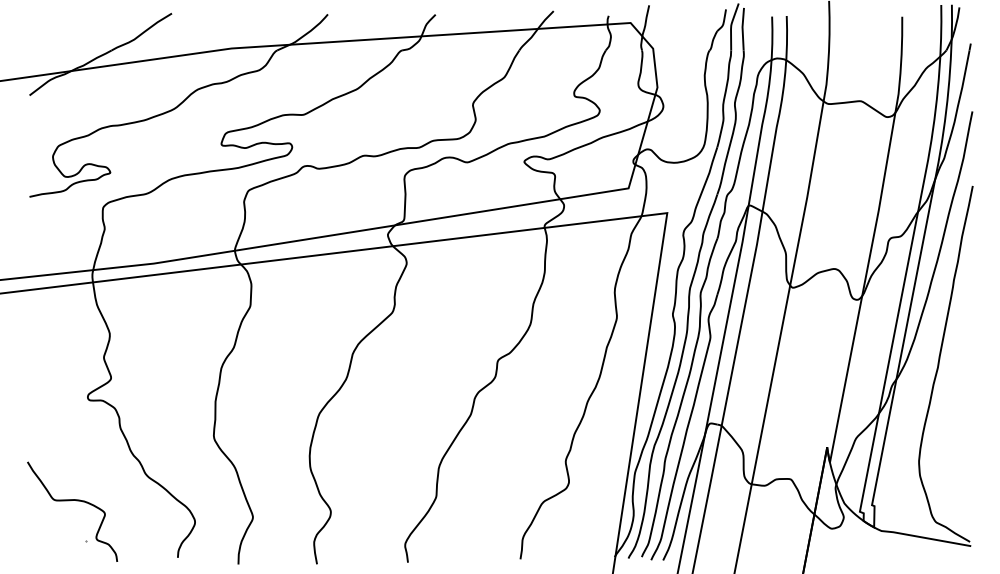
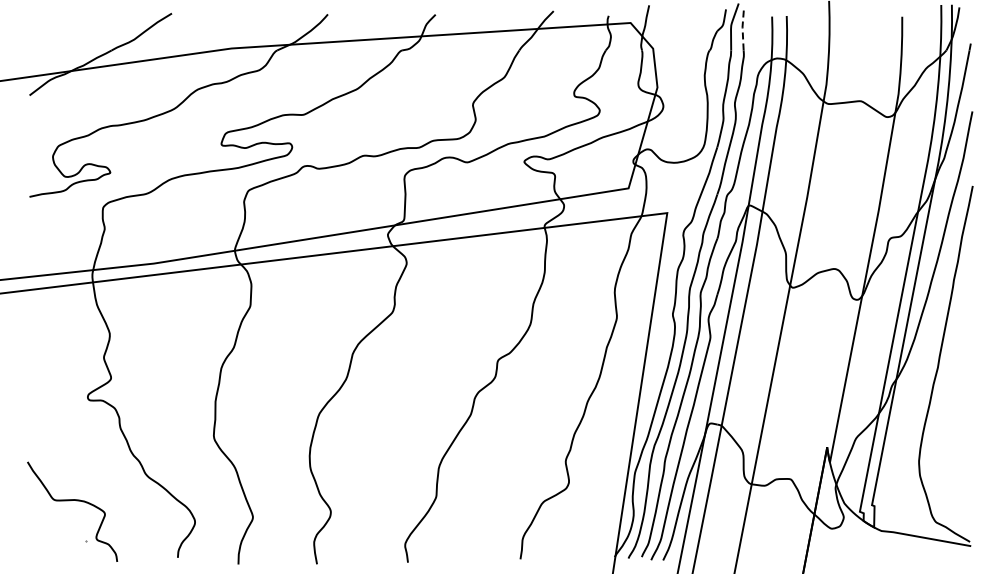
line at (742, 28): solid -> dashed
